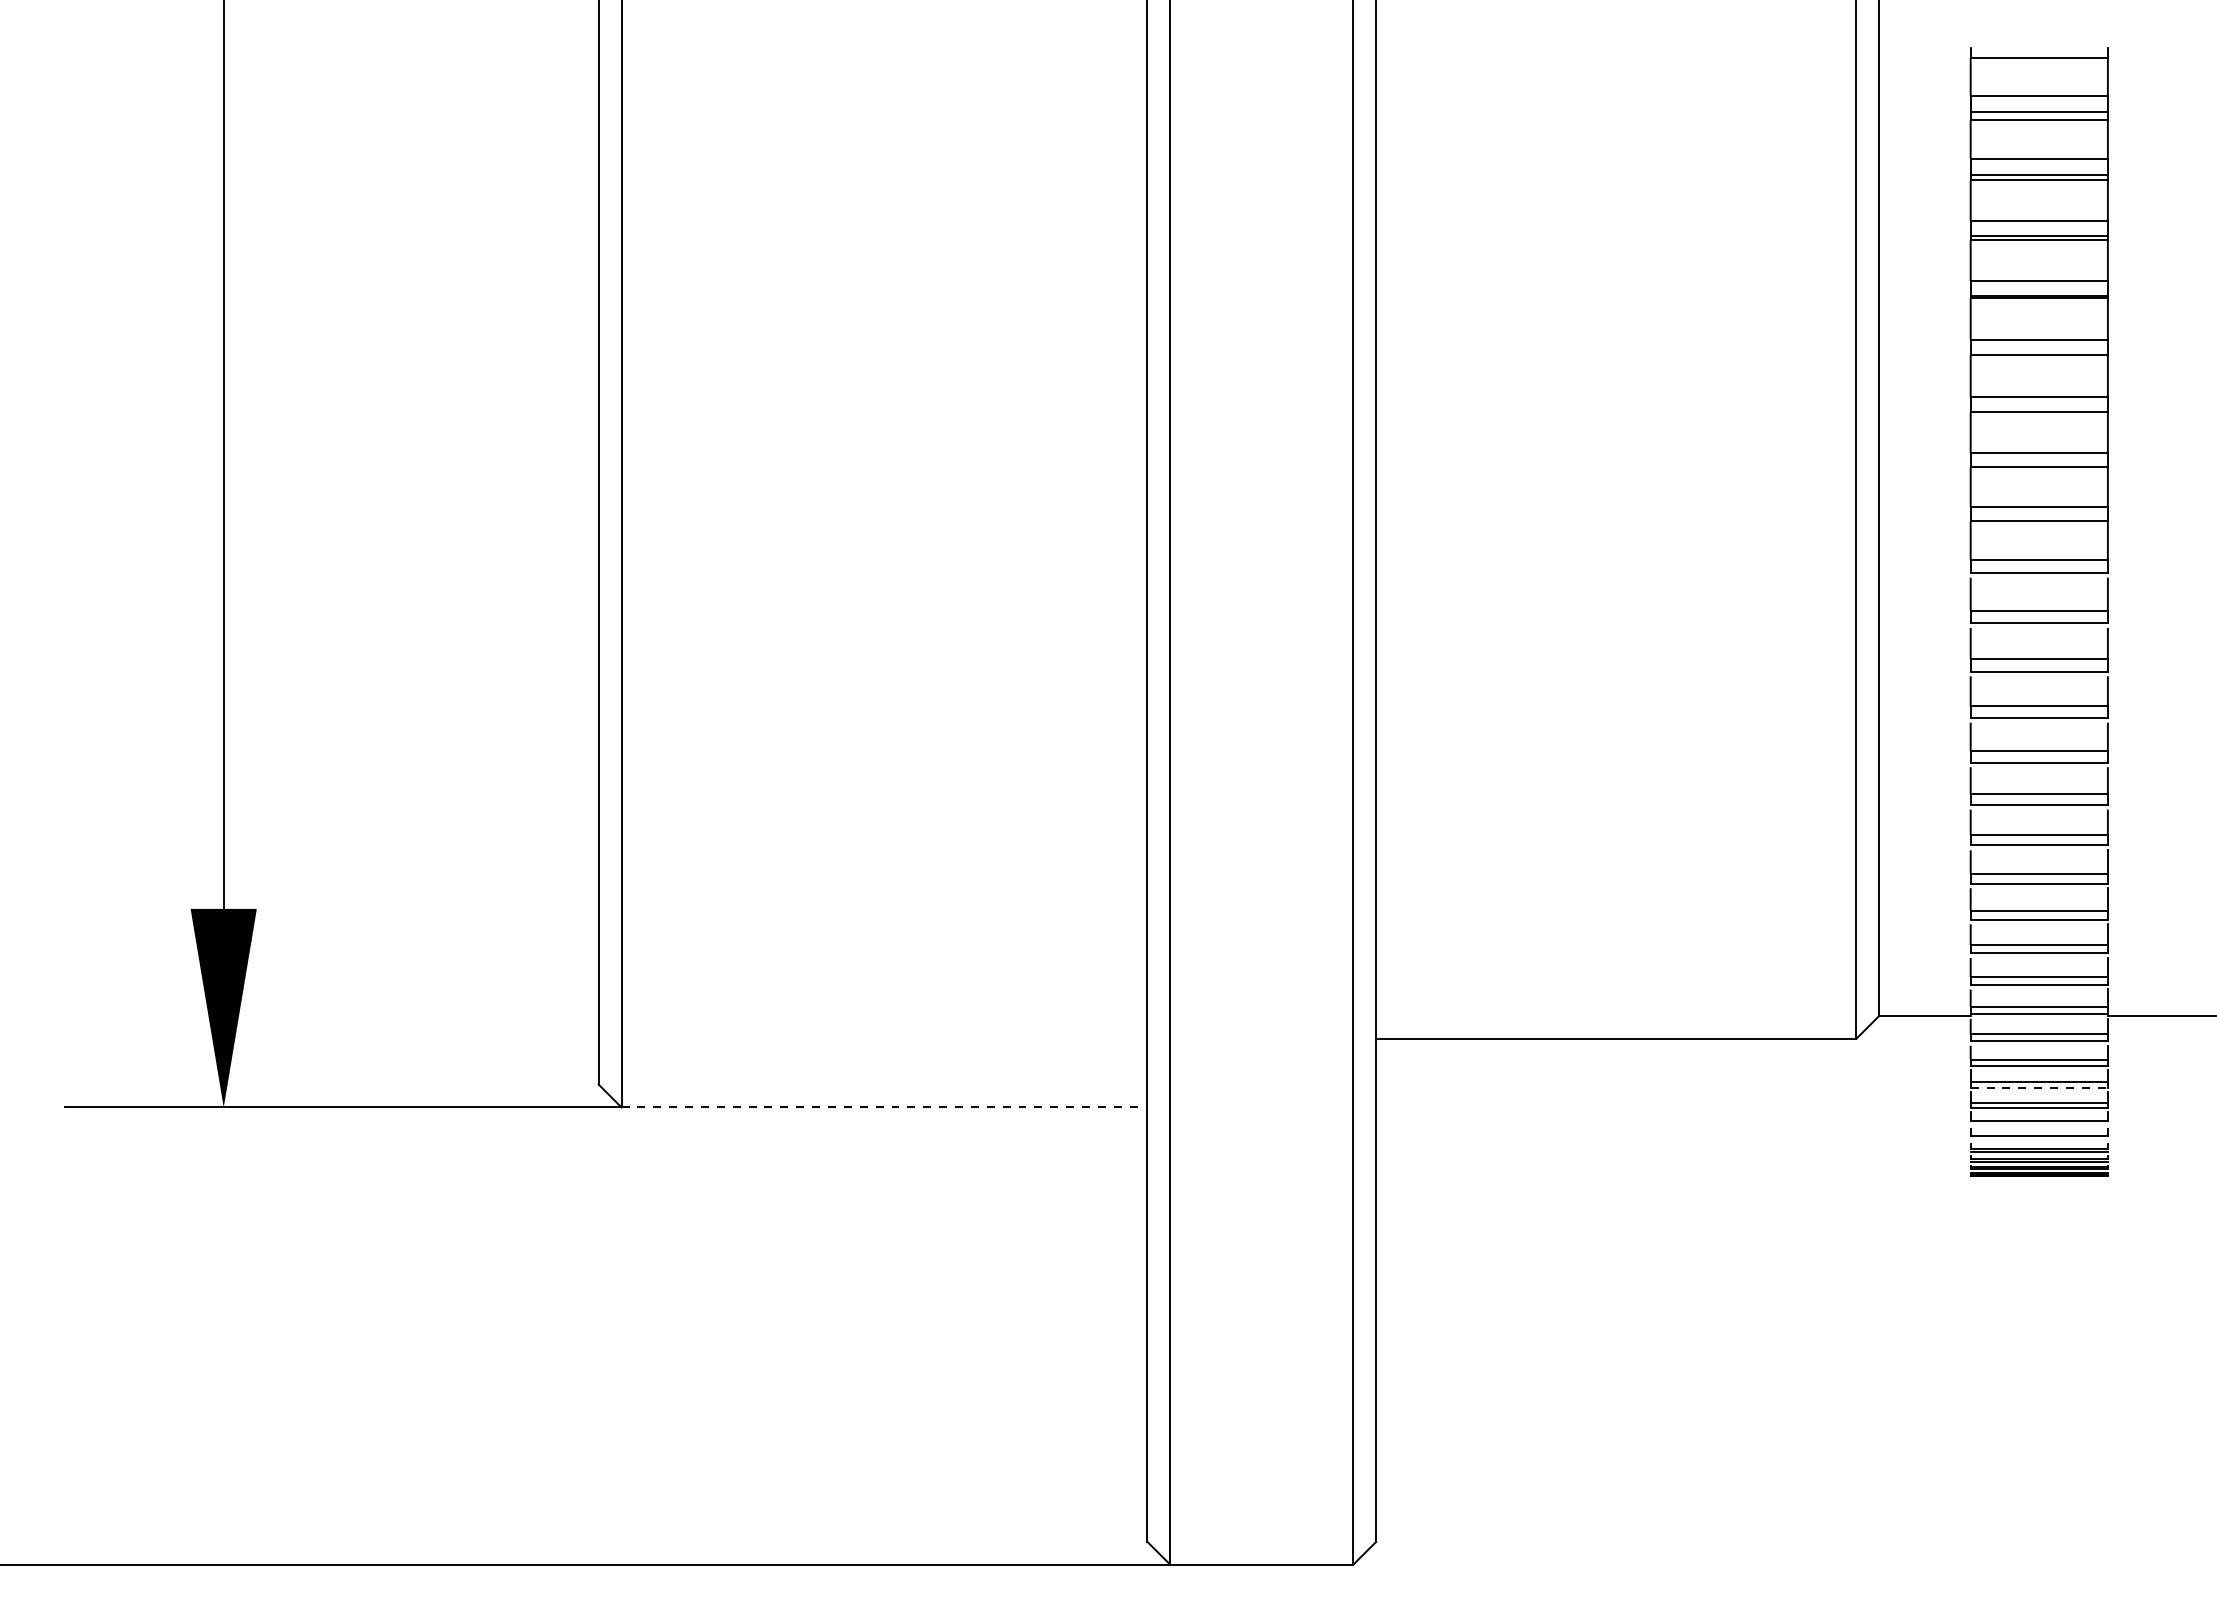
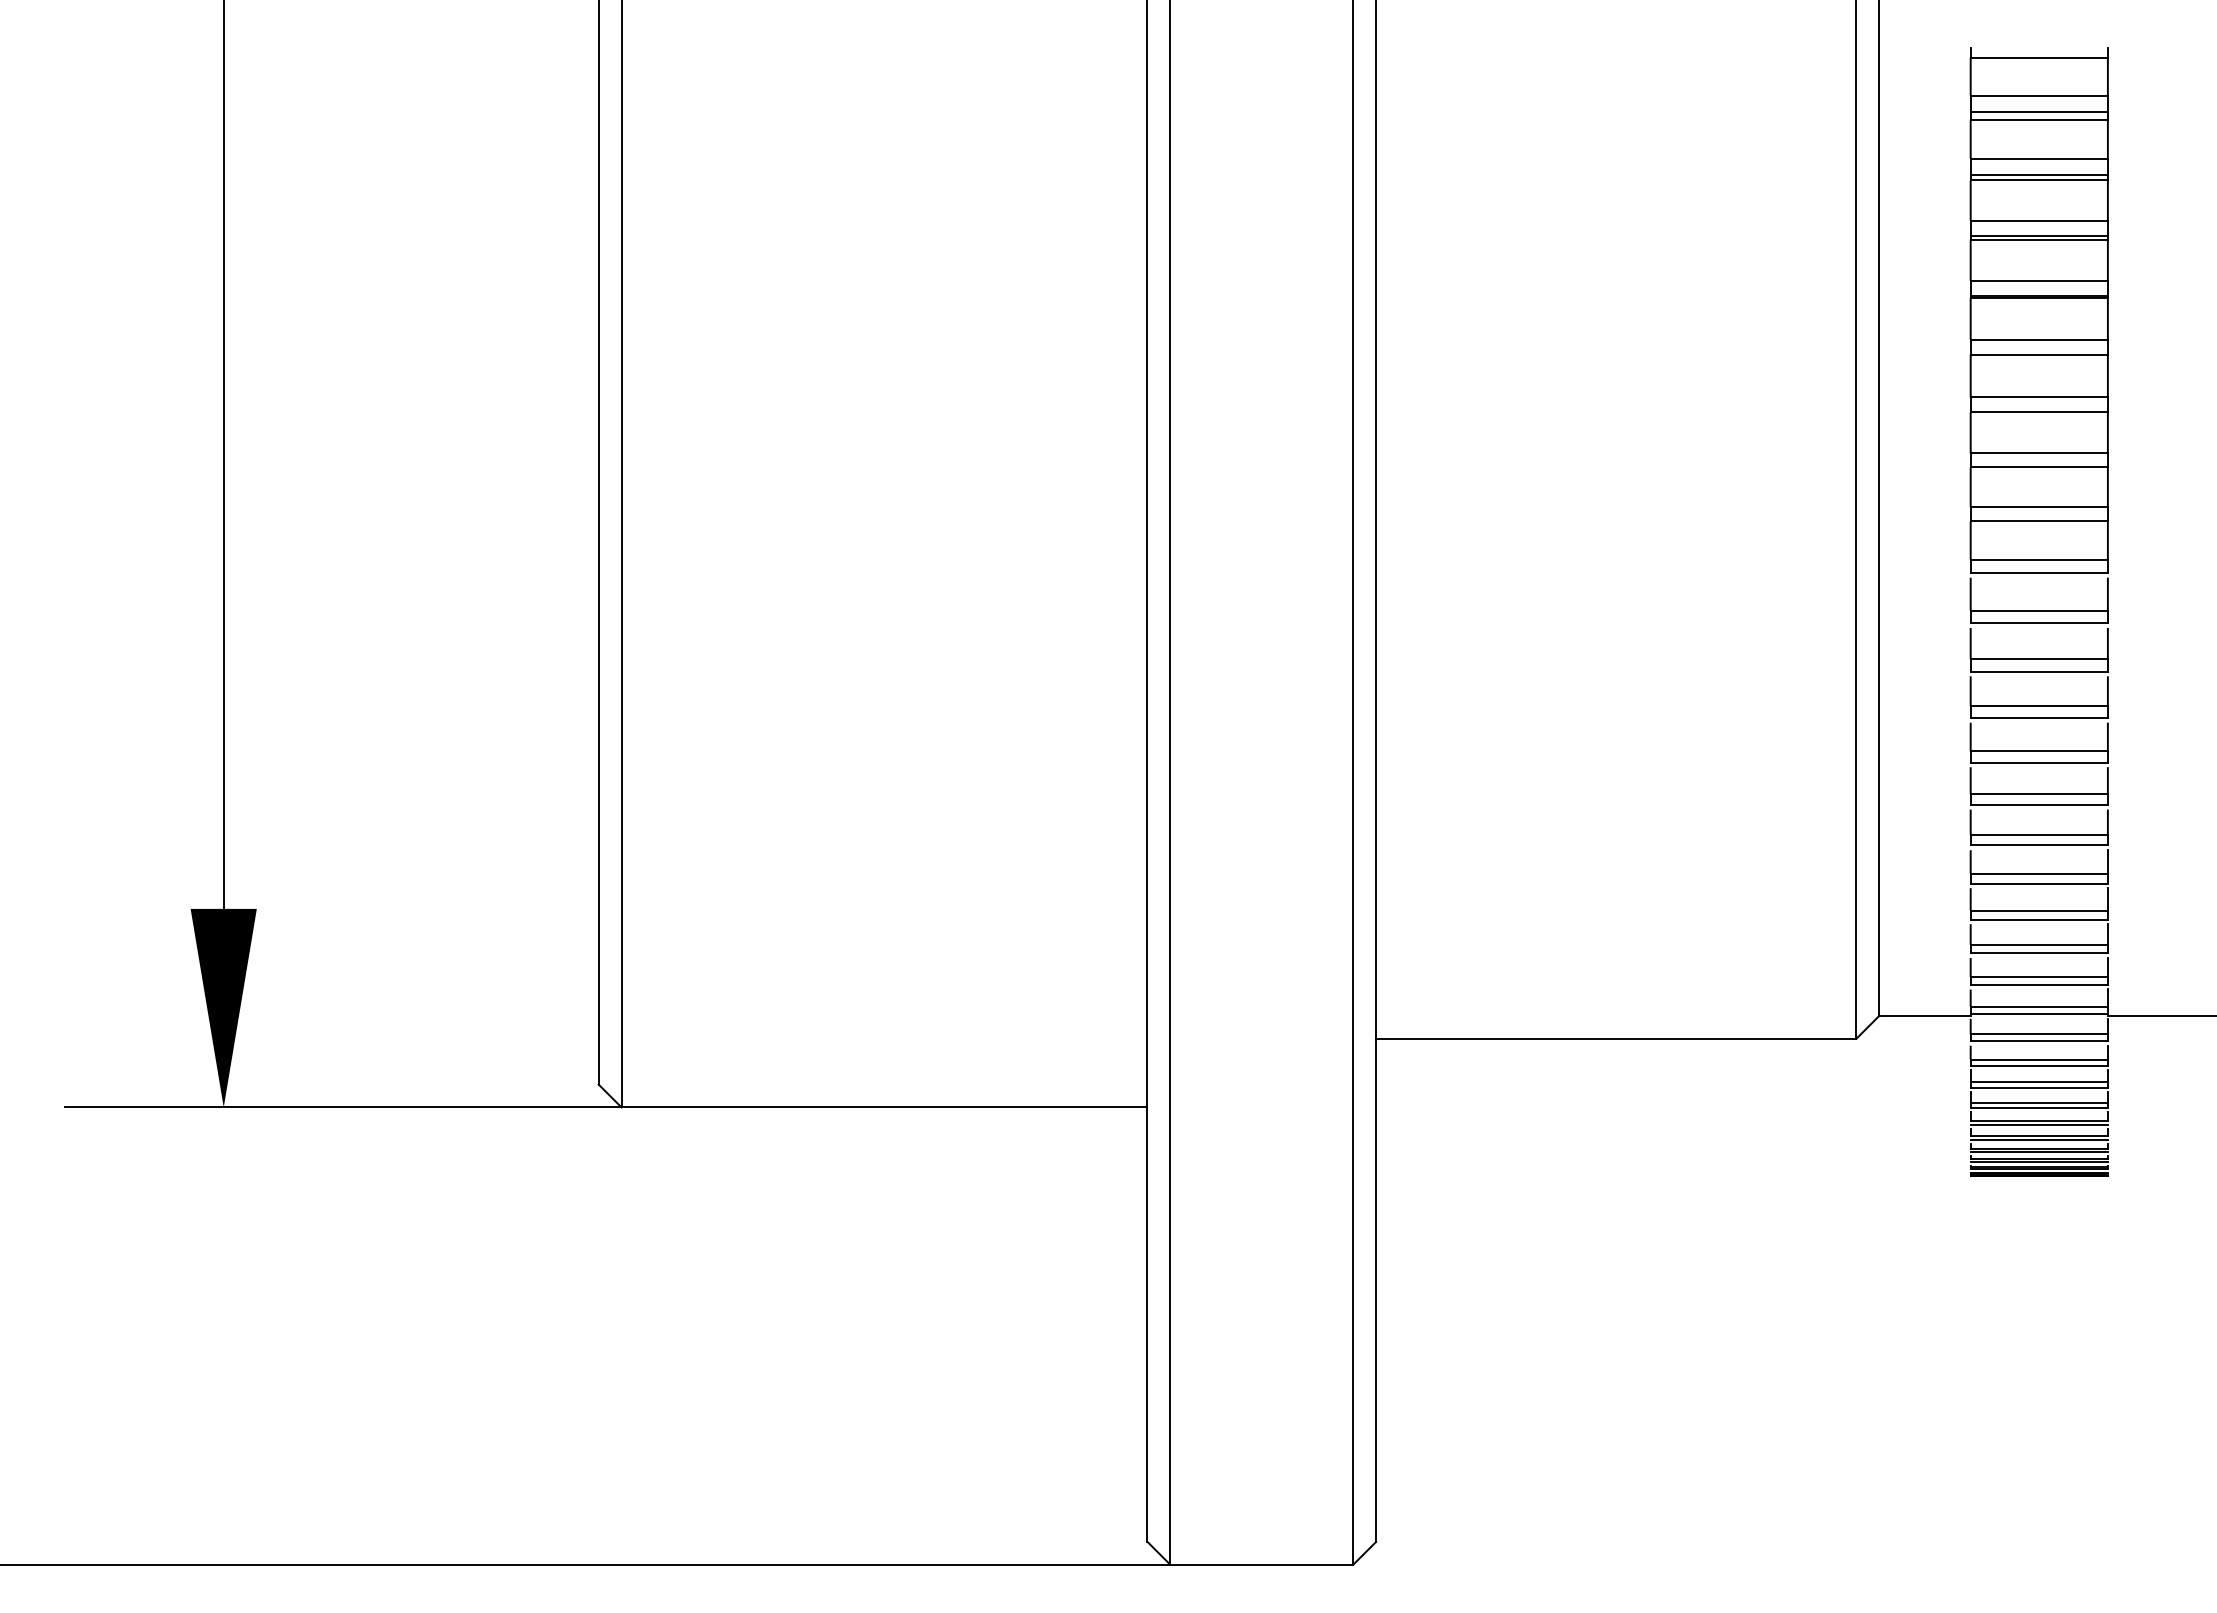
line at (2039, 1087): dashed -> solid
line at (884, 1107): dashed -> solid
line at (2038, 1124): none -> present
line at (2038, 1139): none -> present
